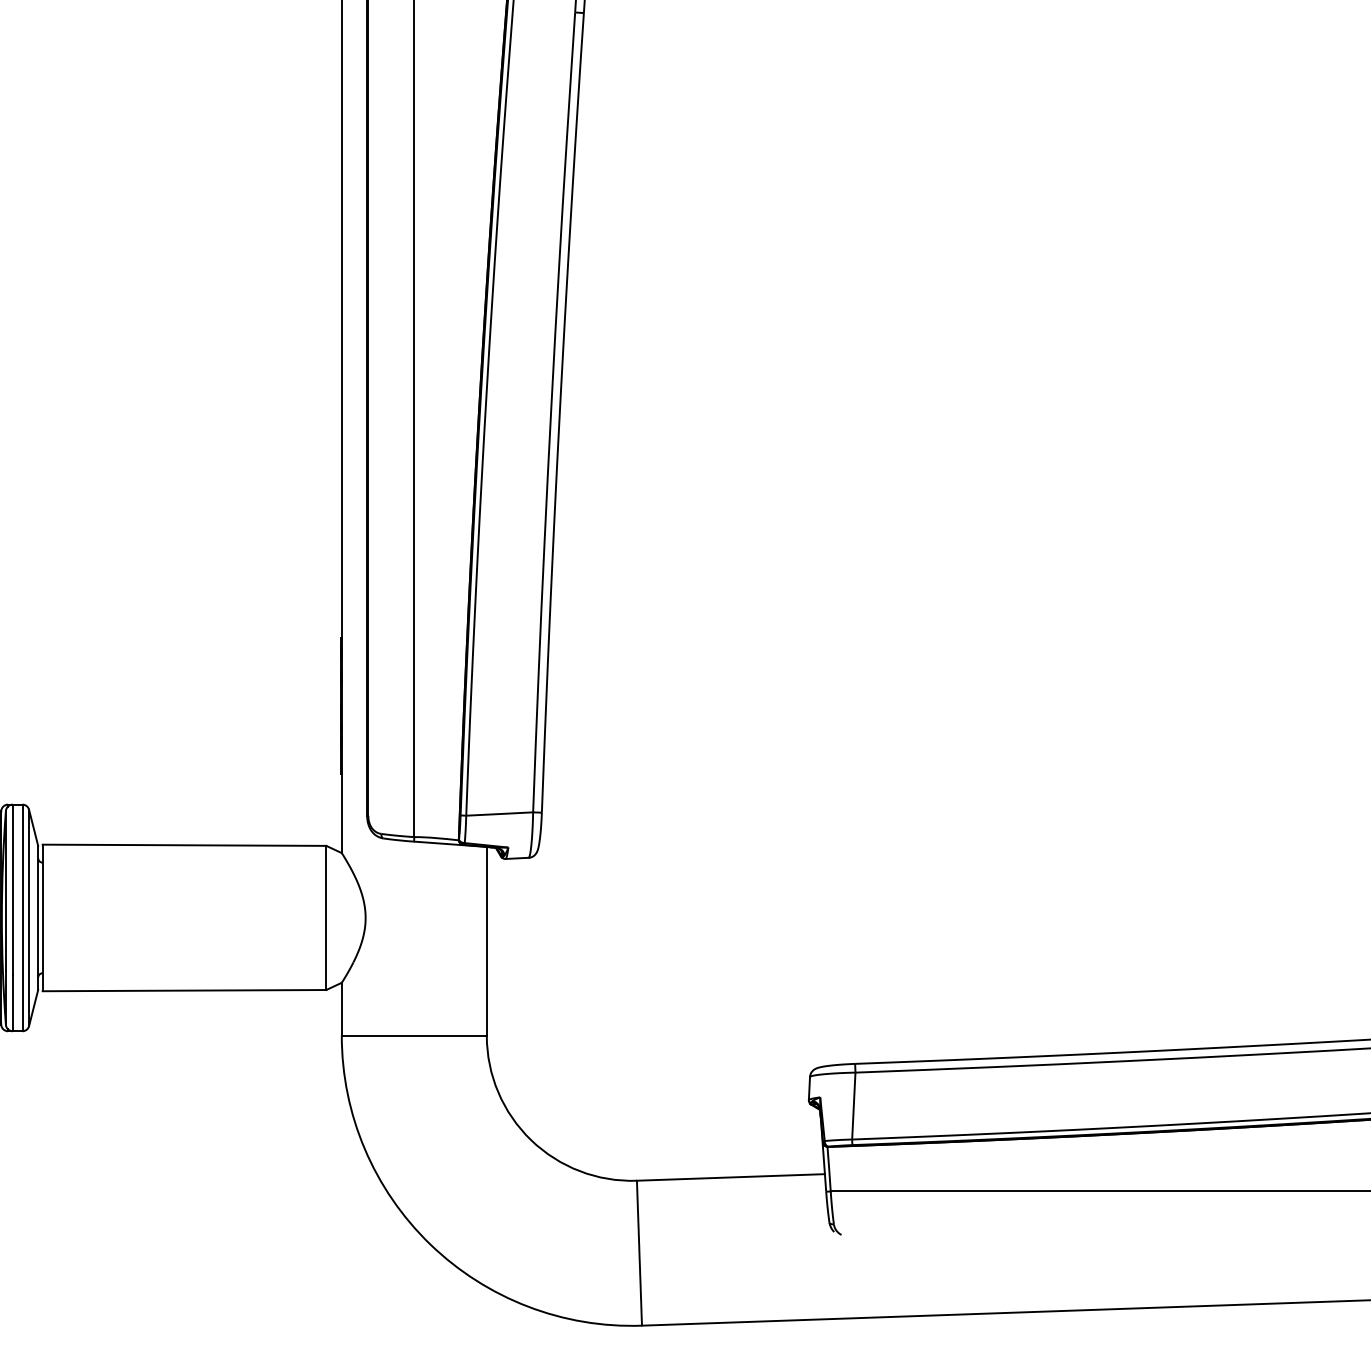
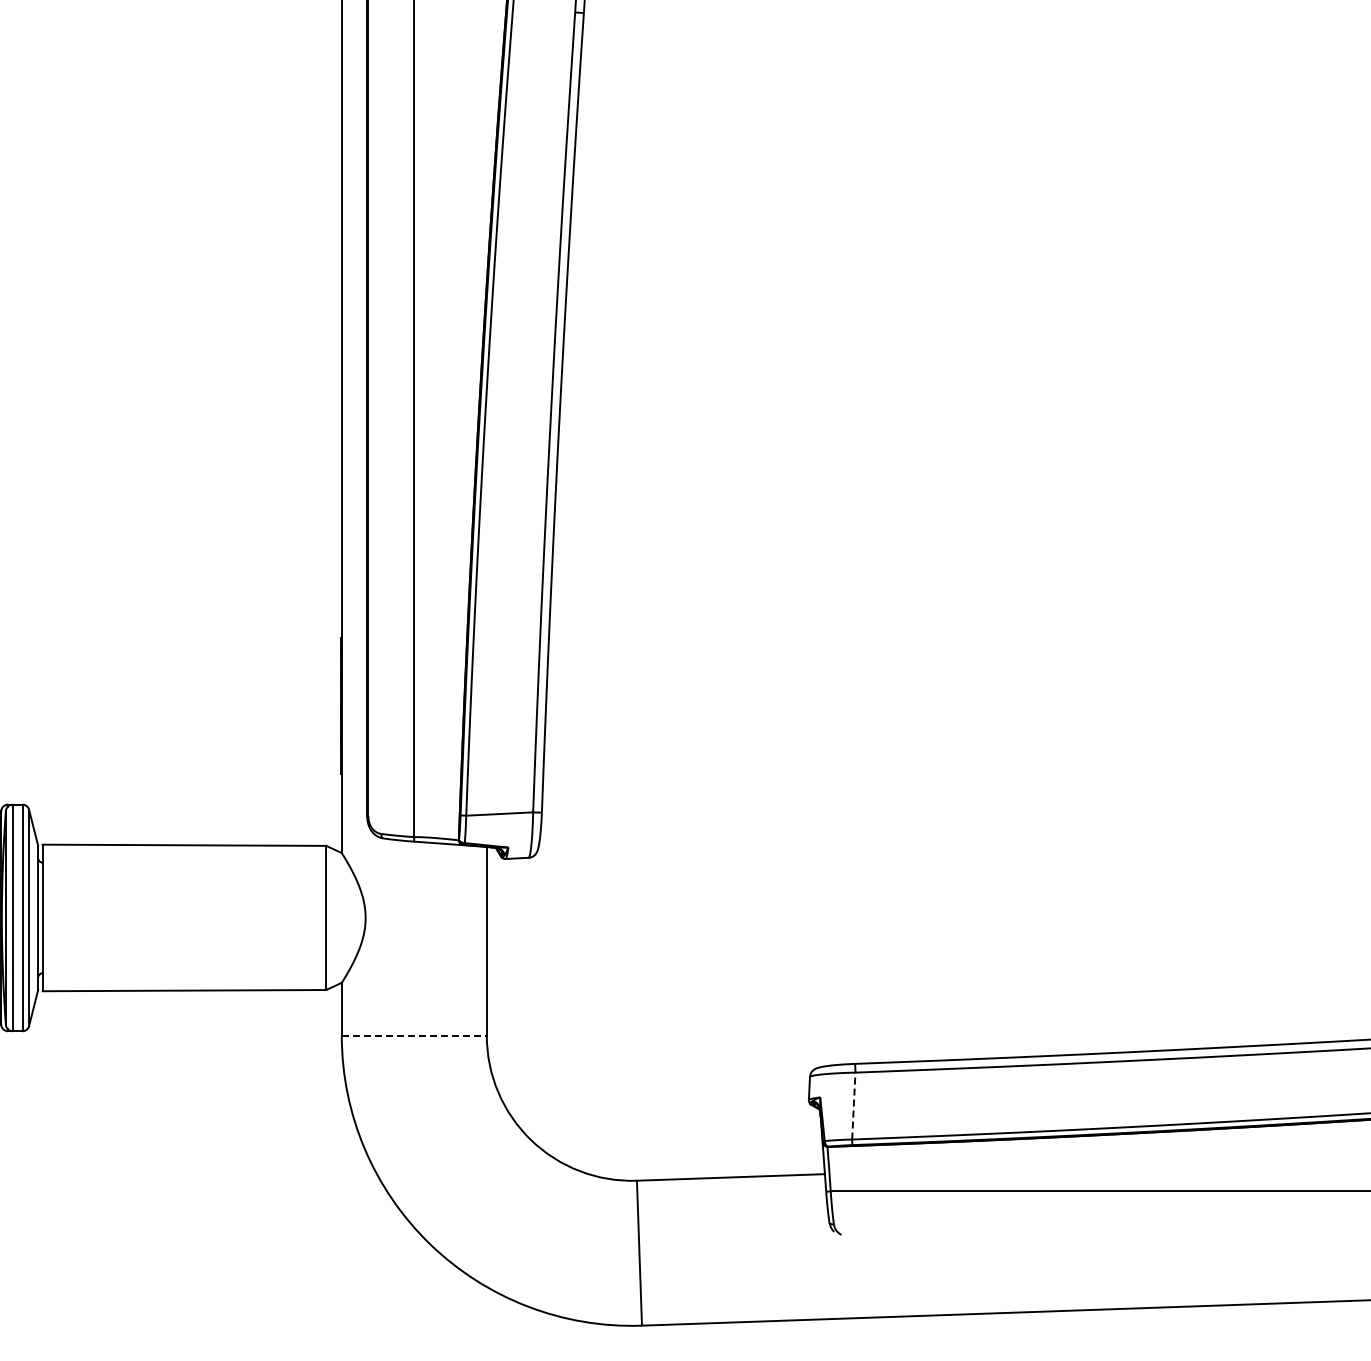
line at (414, 1035): solid -> dashed
line at (853, 1104): solid -> dashed
